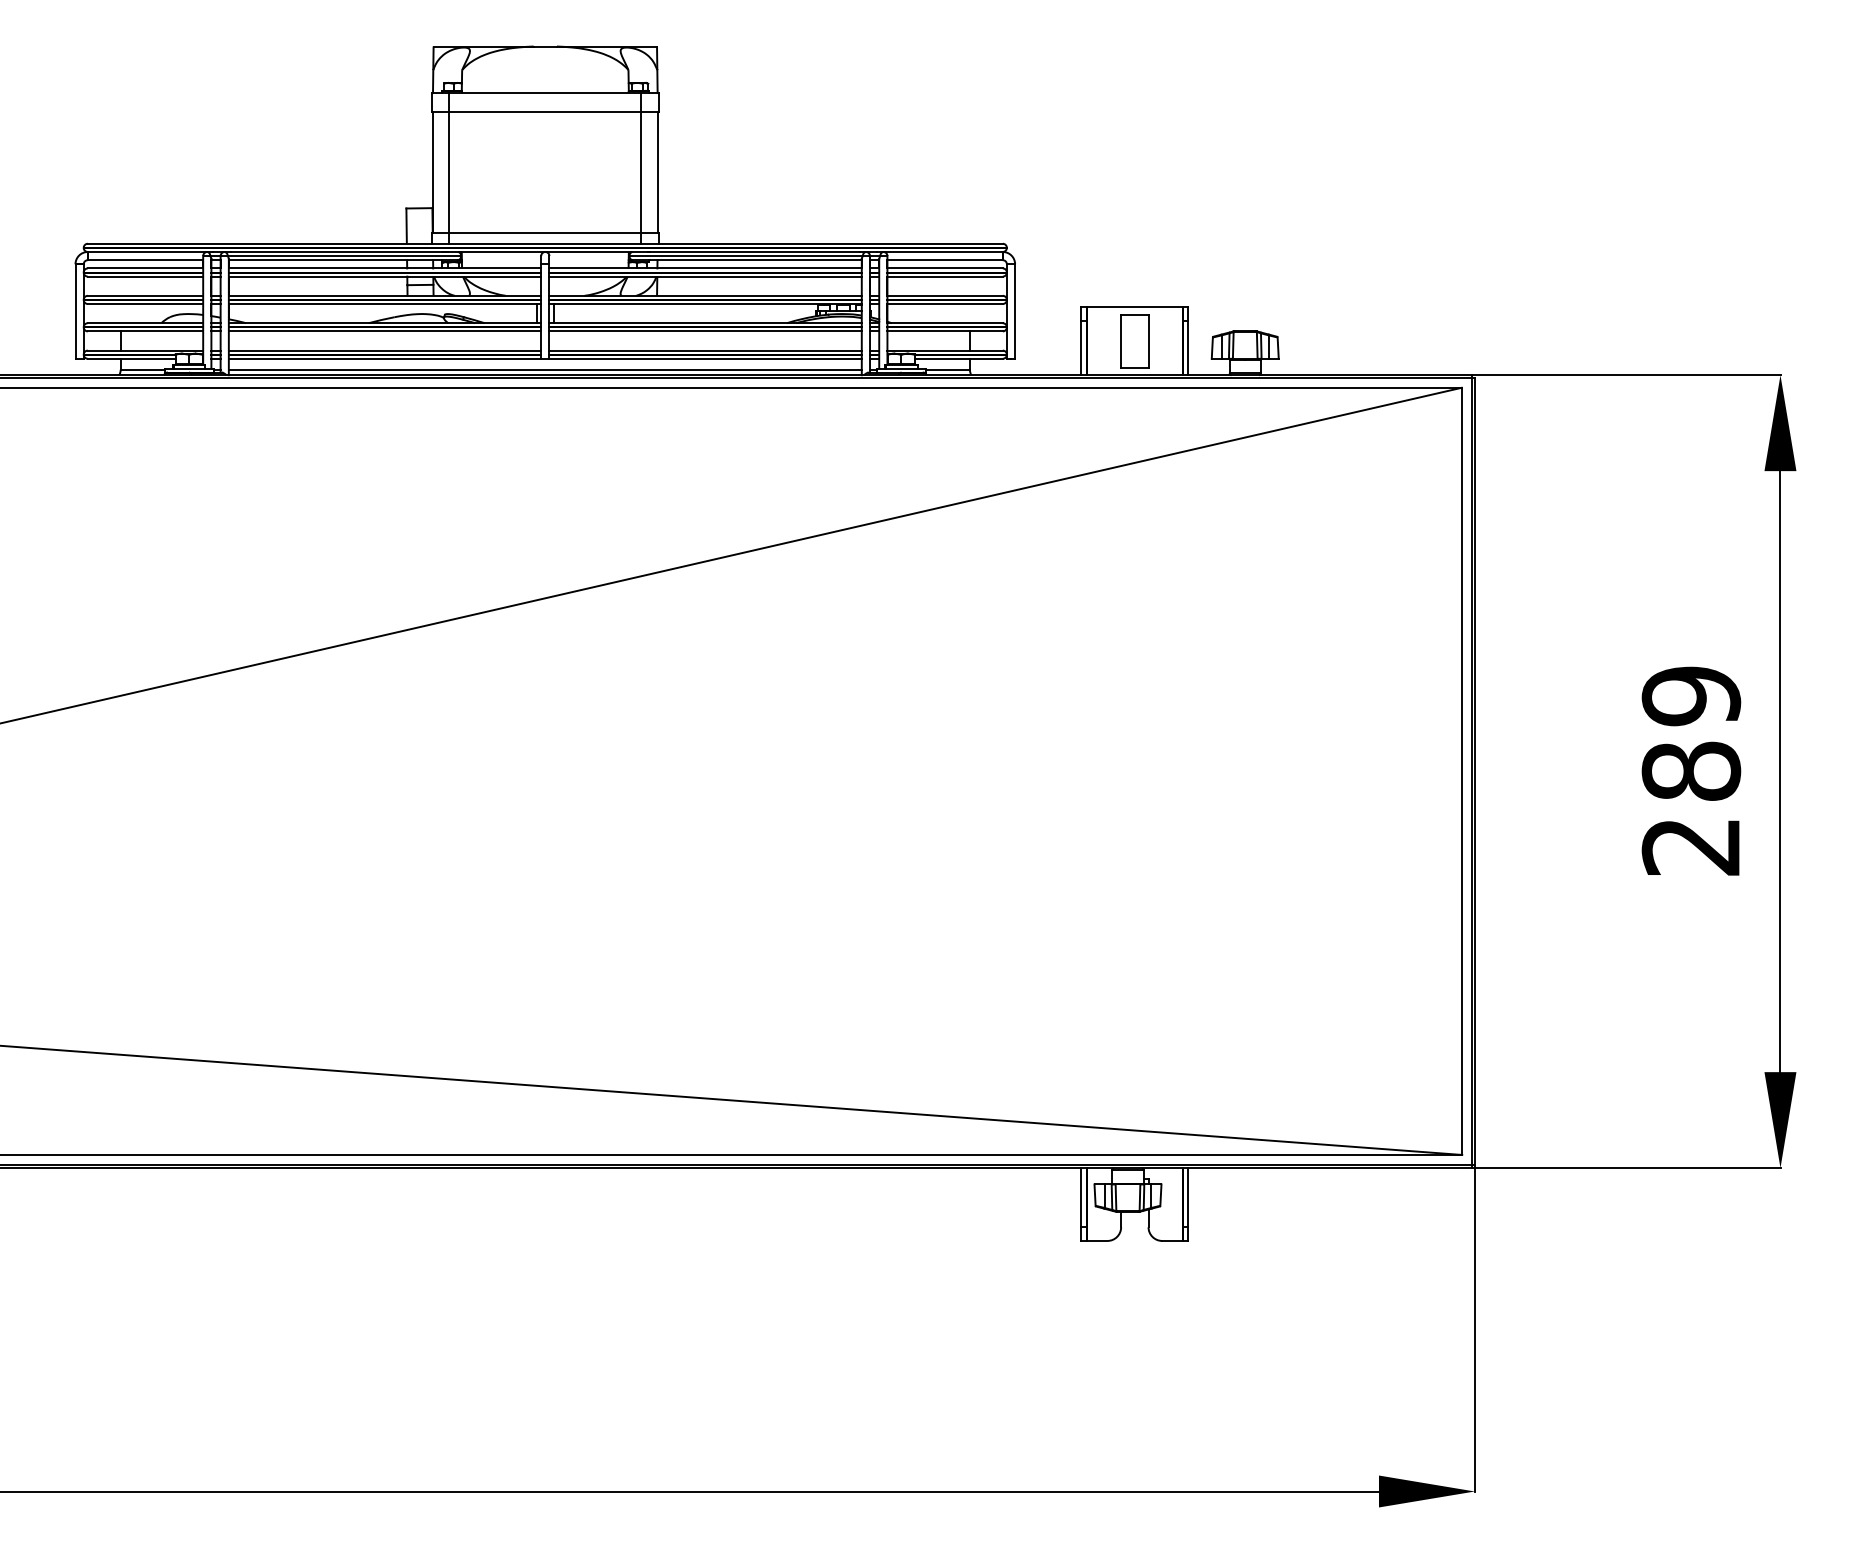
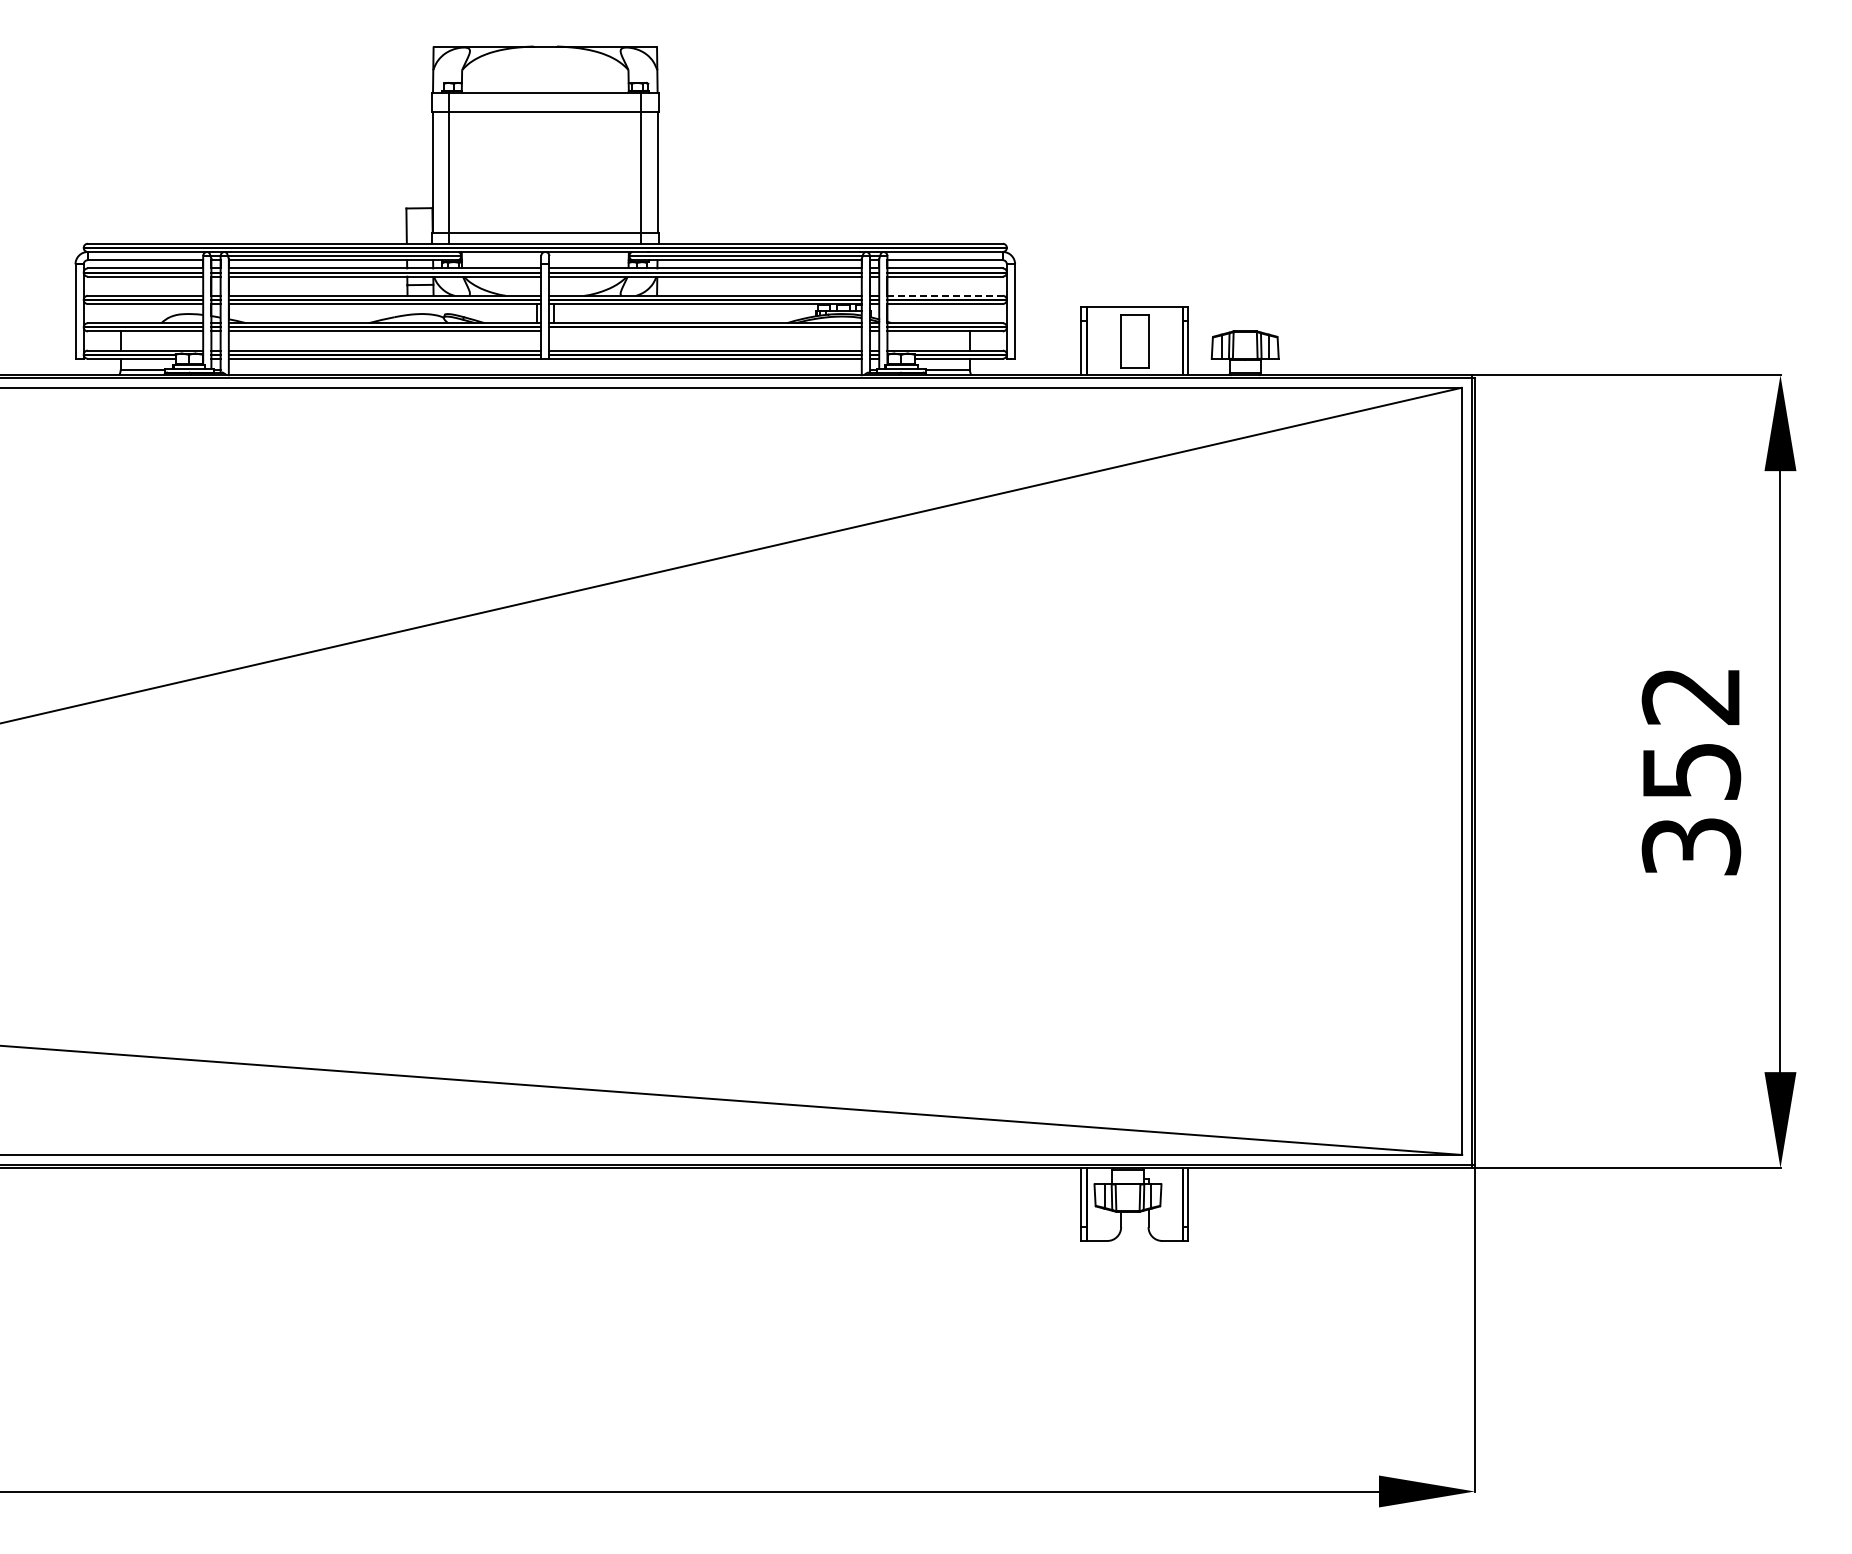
line at (945, 295): solid -> dashed
line at (705, 331): present -> none
line at (544, 369): present -> none
text at (1691, 770): 289 -> 352
